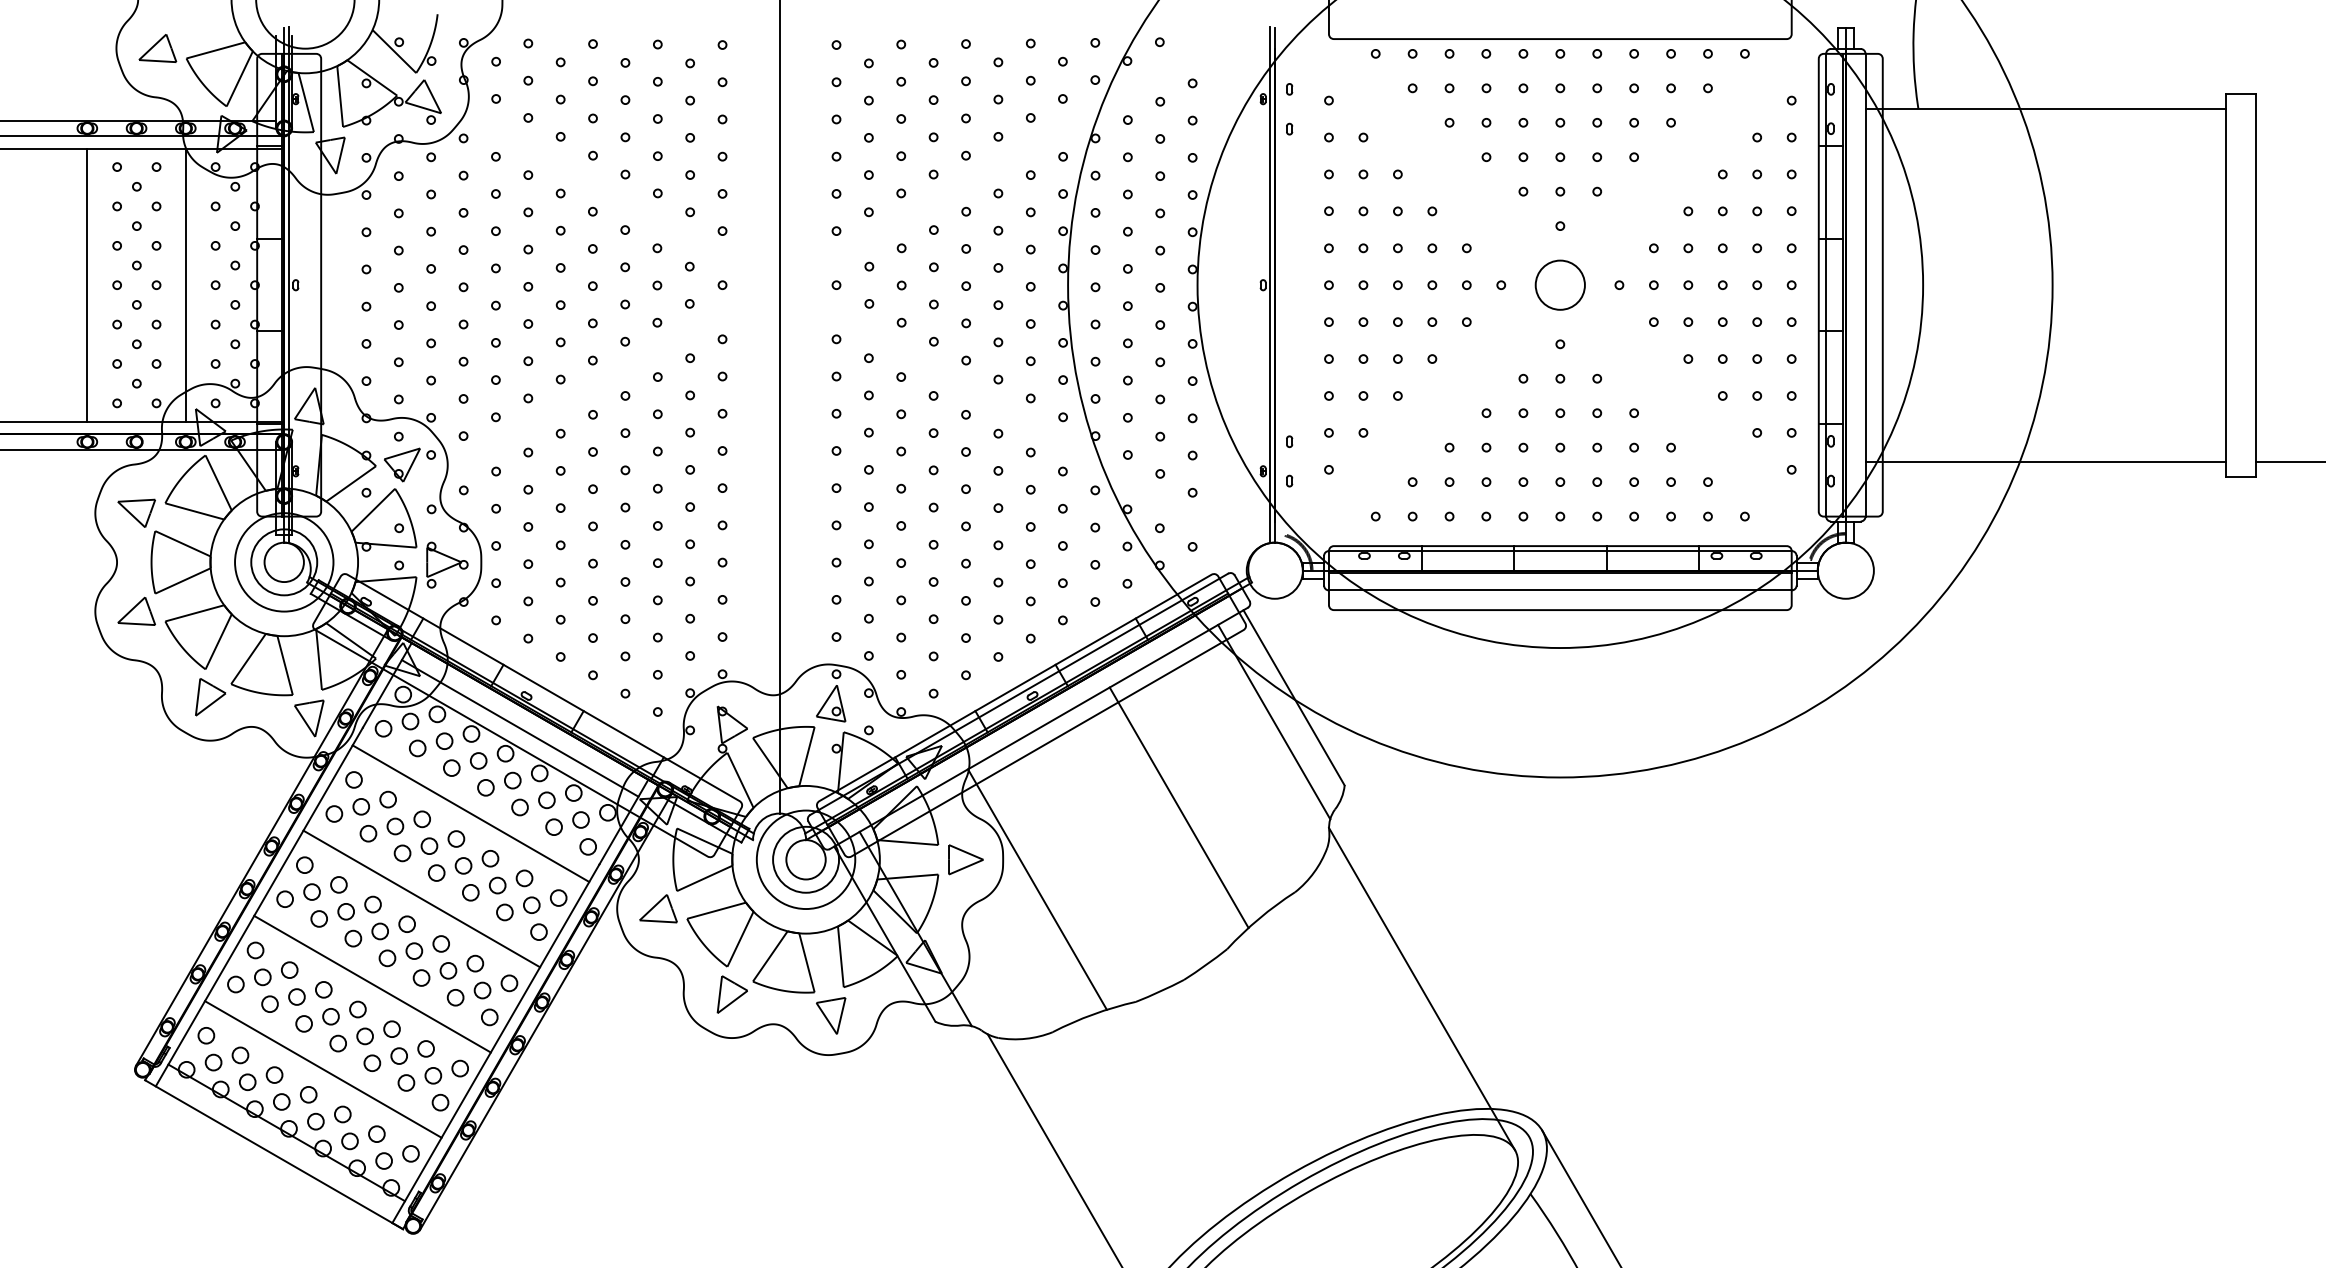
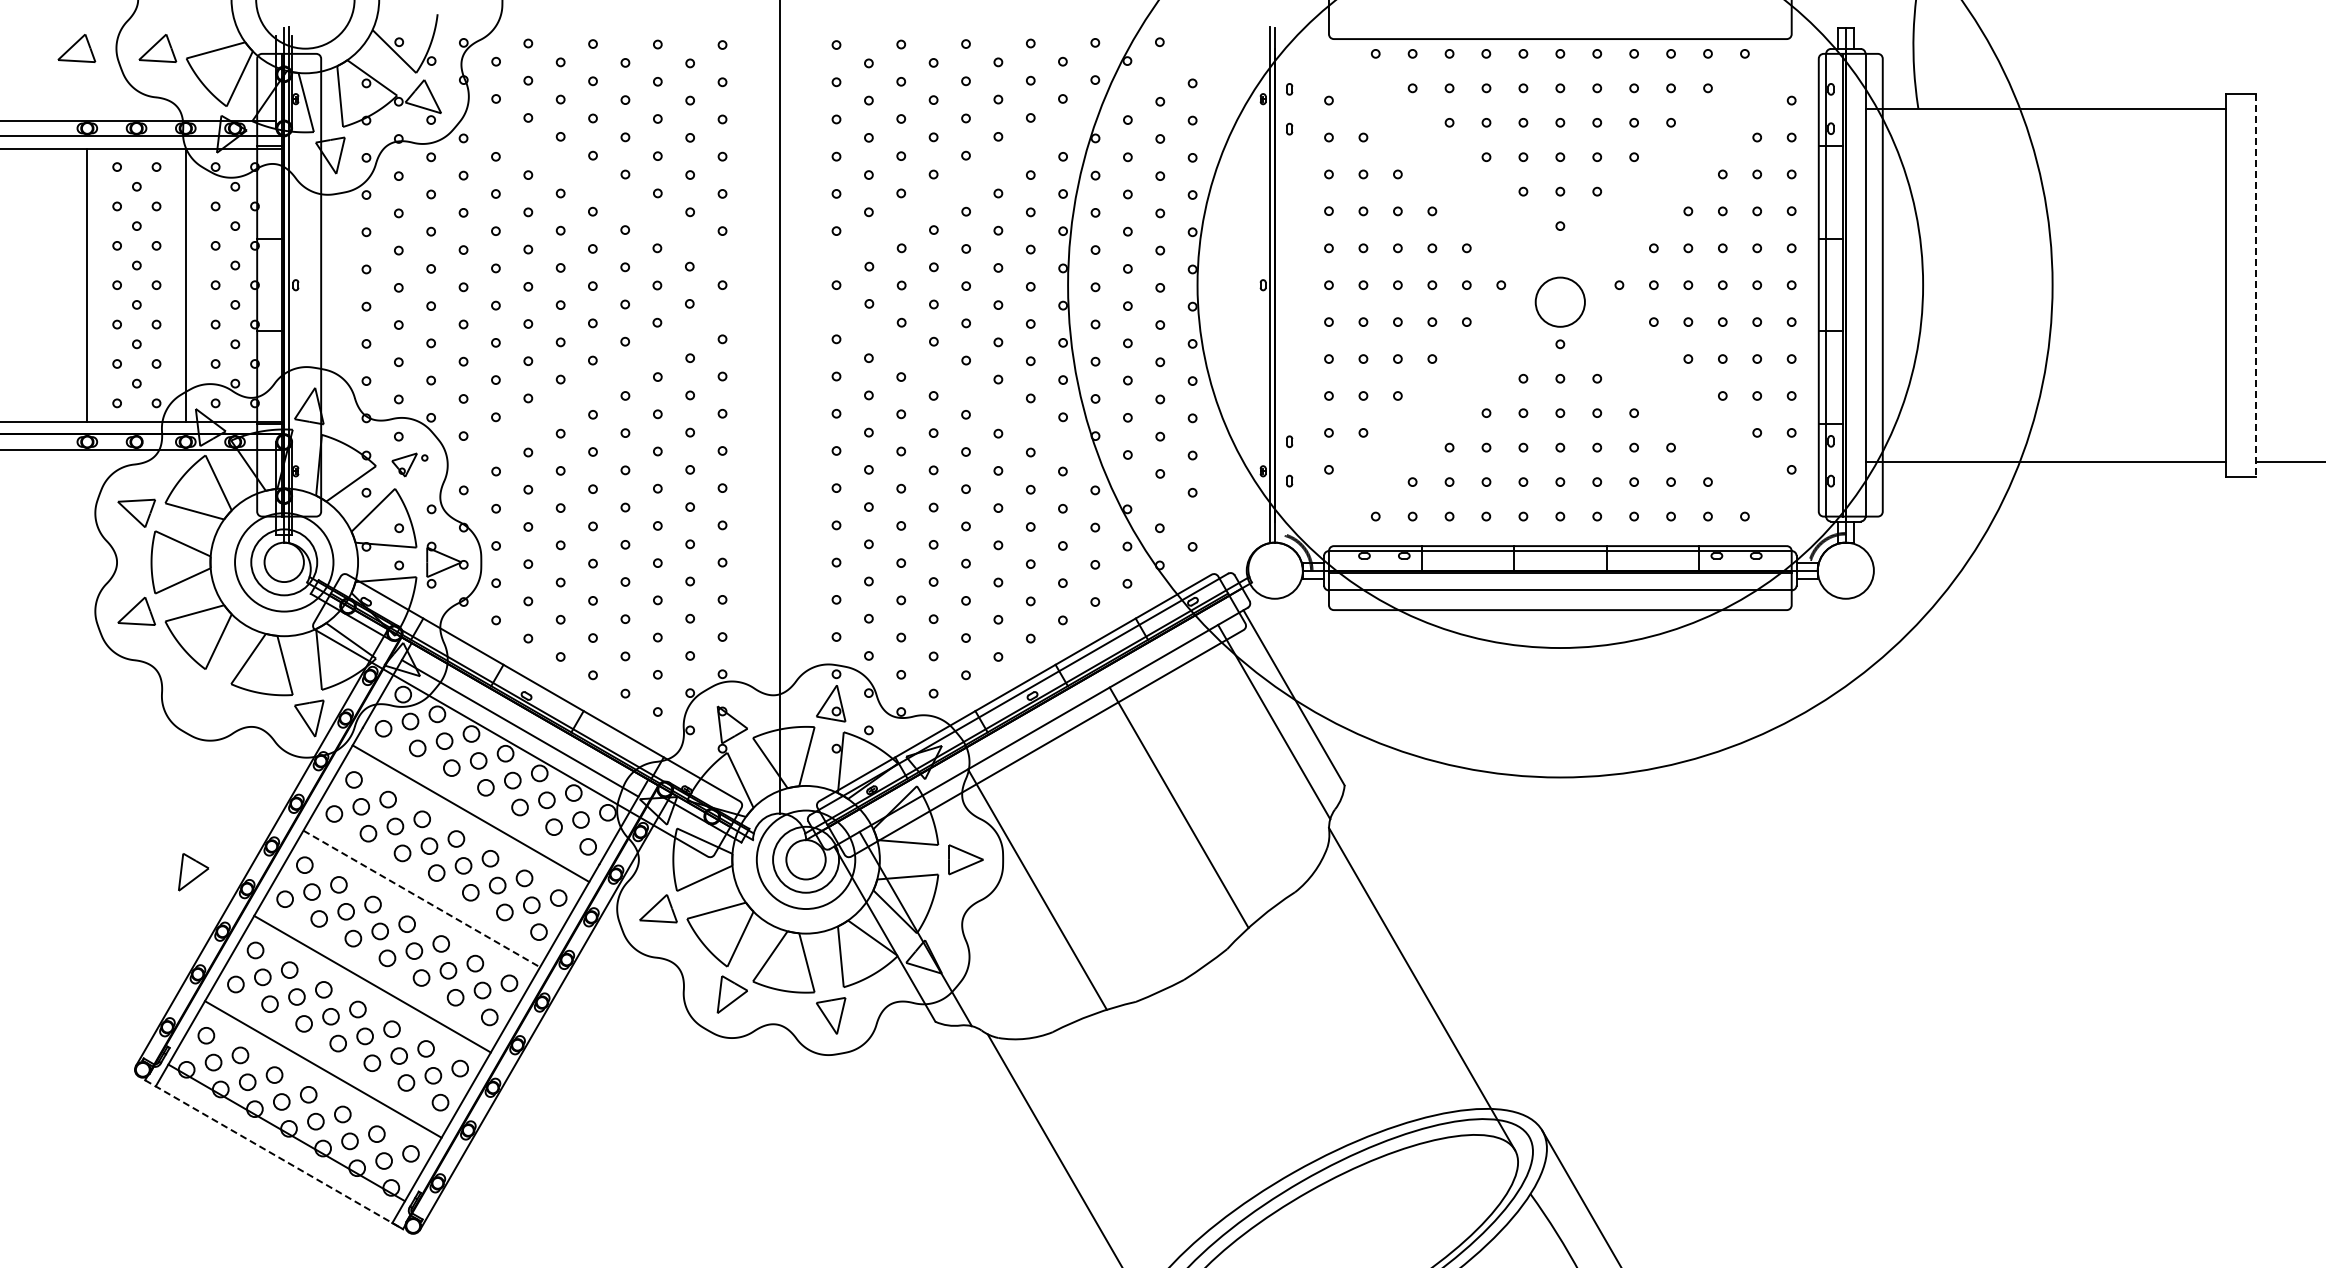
part at (76, 48): none -> present
circle at (1559, 284) position: (1559, 284) -> (1559, 301)
line at (2256, 285): solid -> dashed
part at (409, 464) size: 52x36 px -> 38x26 px
part at (210, 697) position: (210, 697) -> (193, 872)
line at (421, 898): solid -> dashed
line at (274, 1154): solid -> dashed
